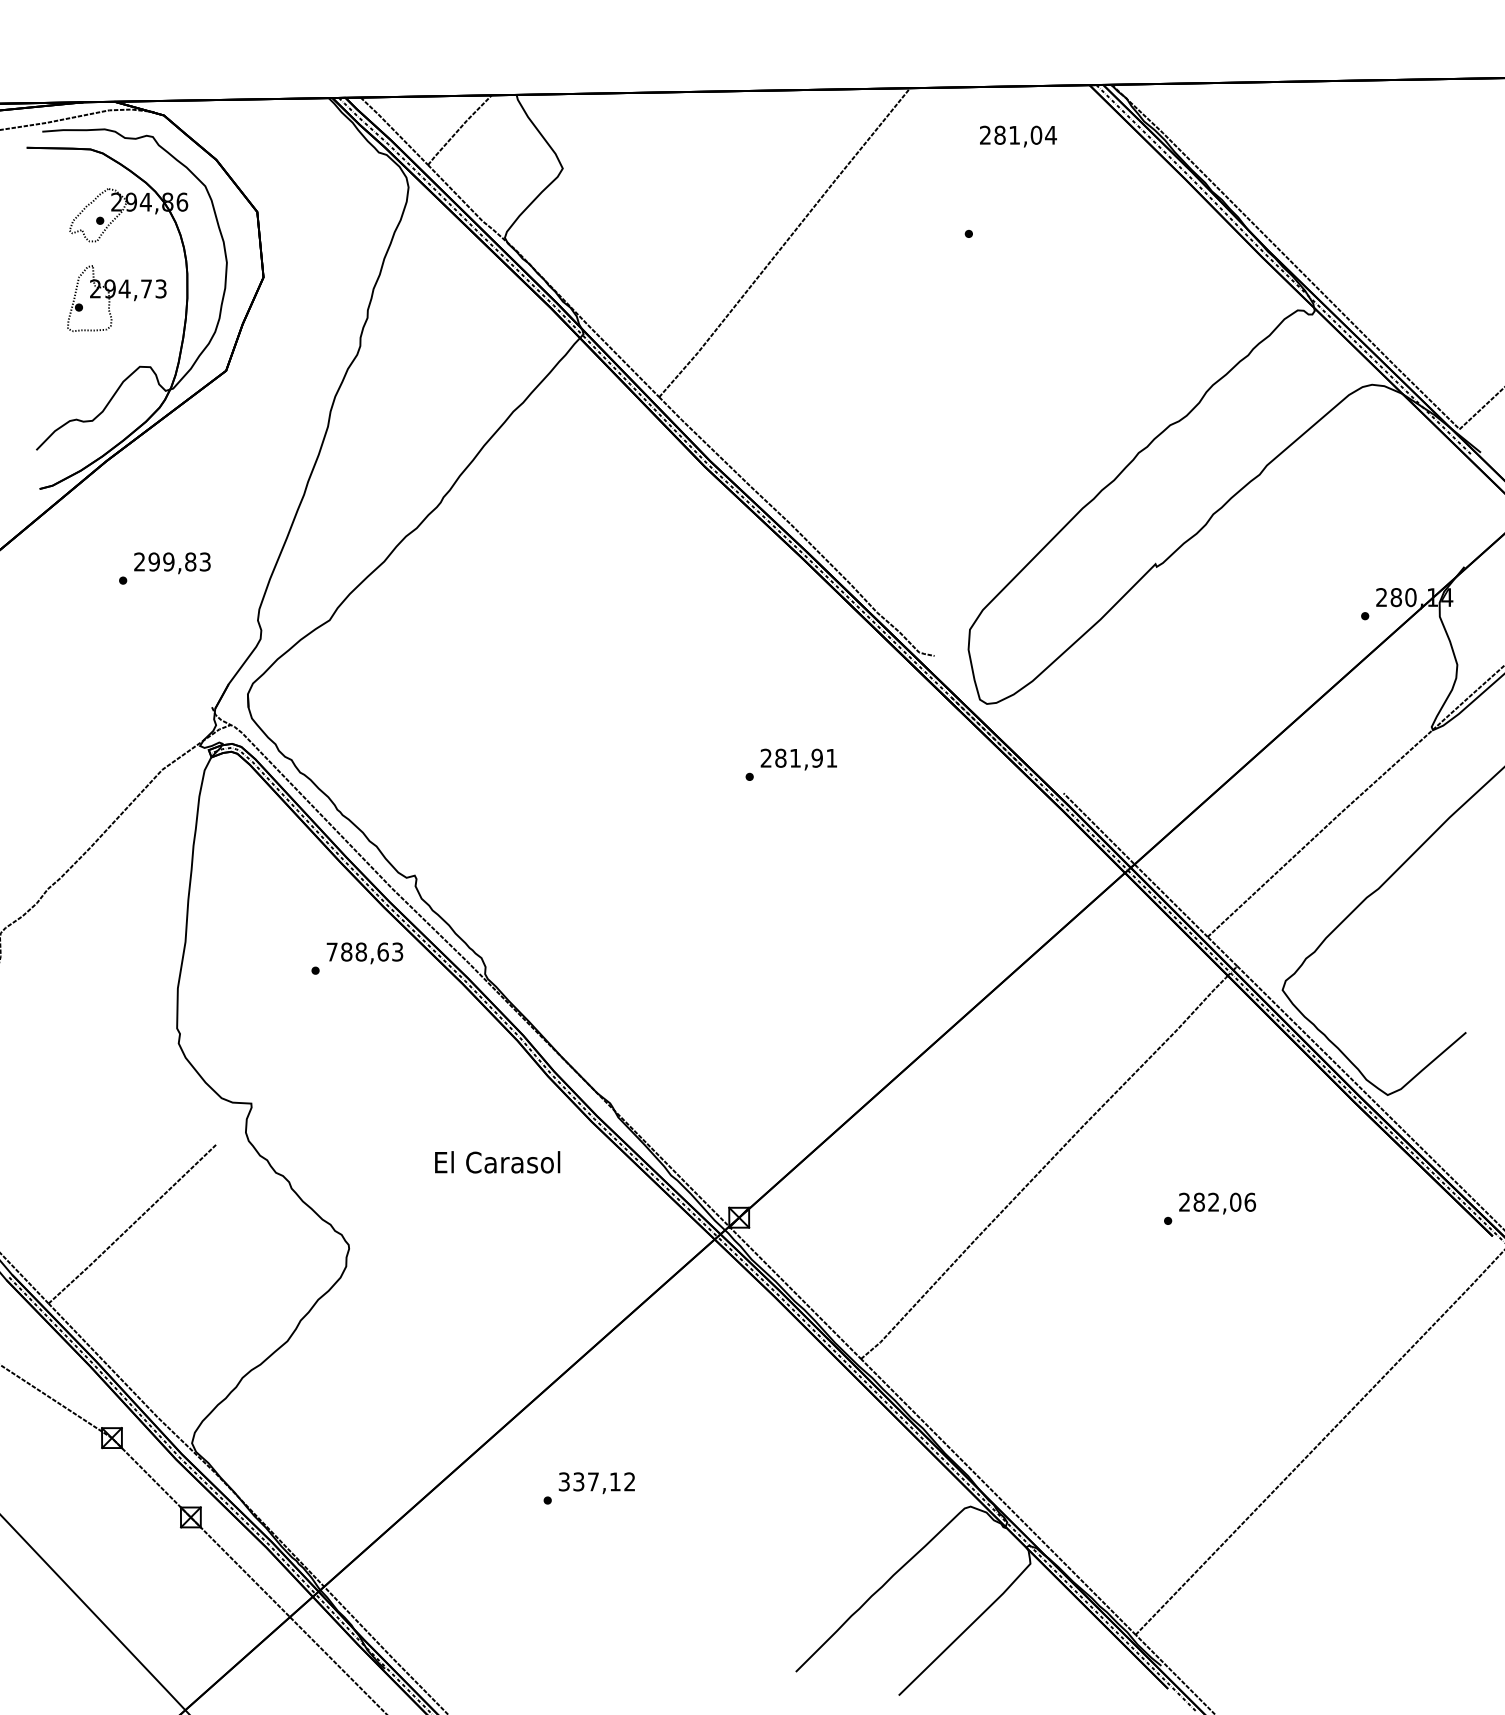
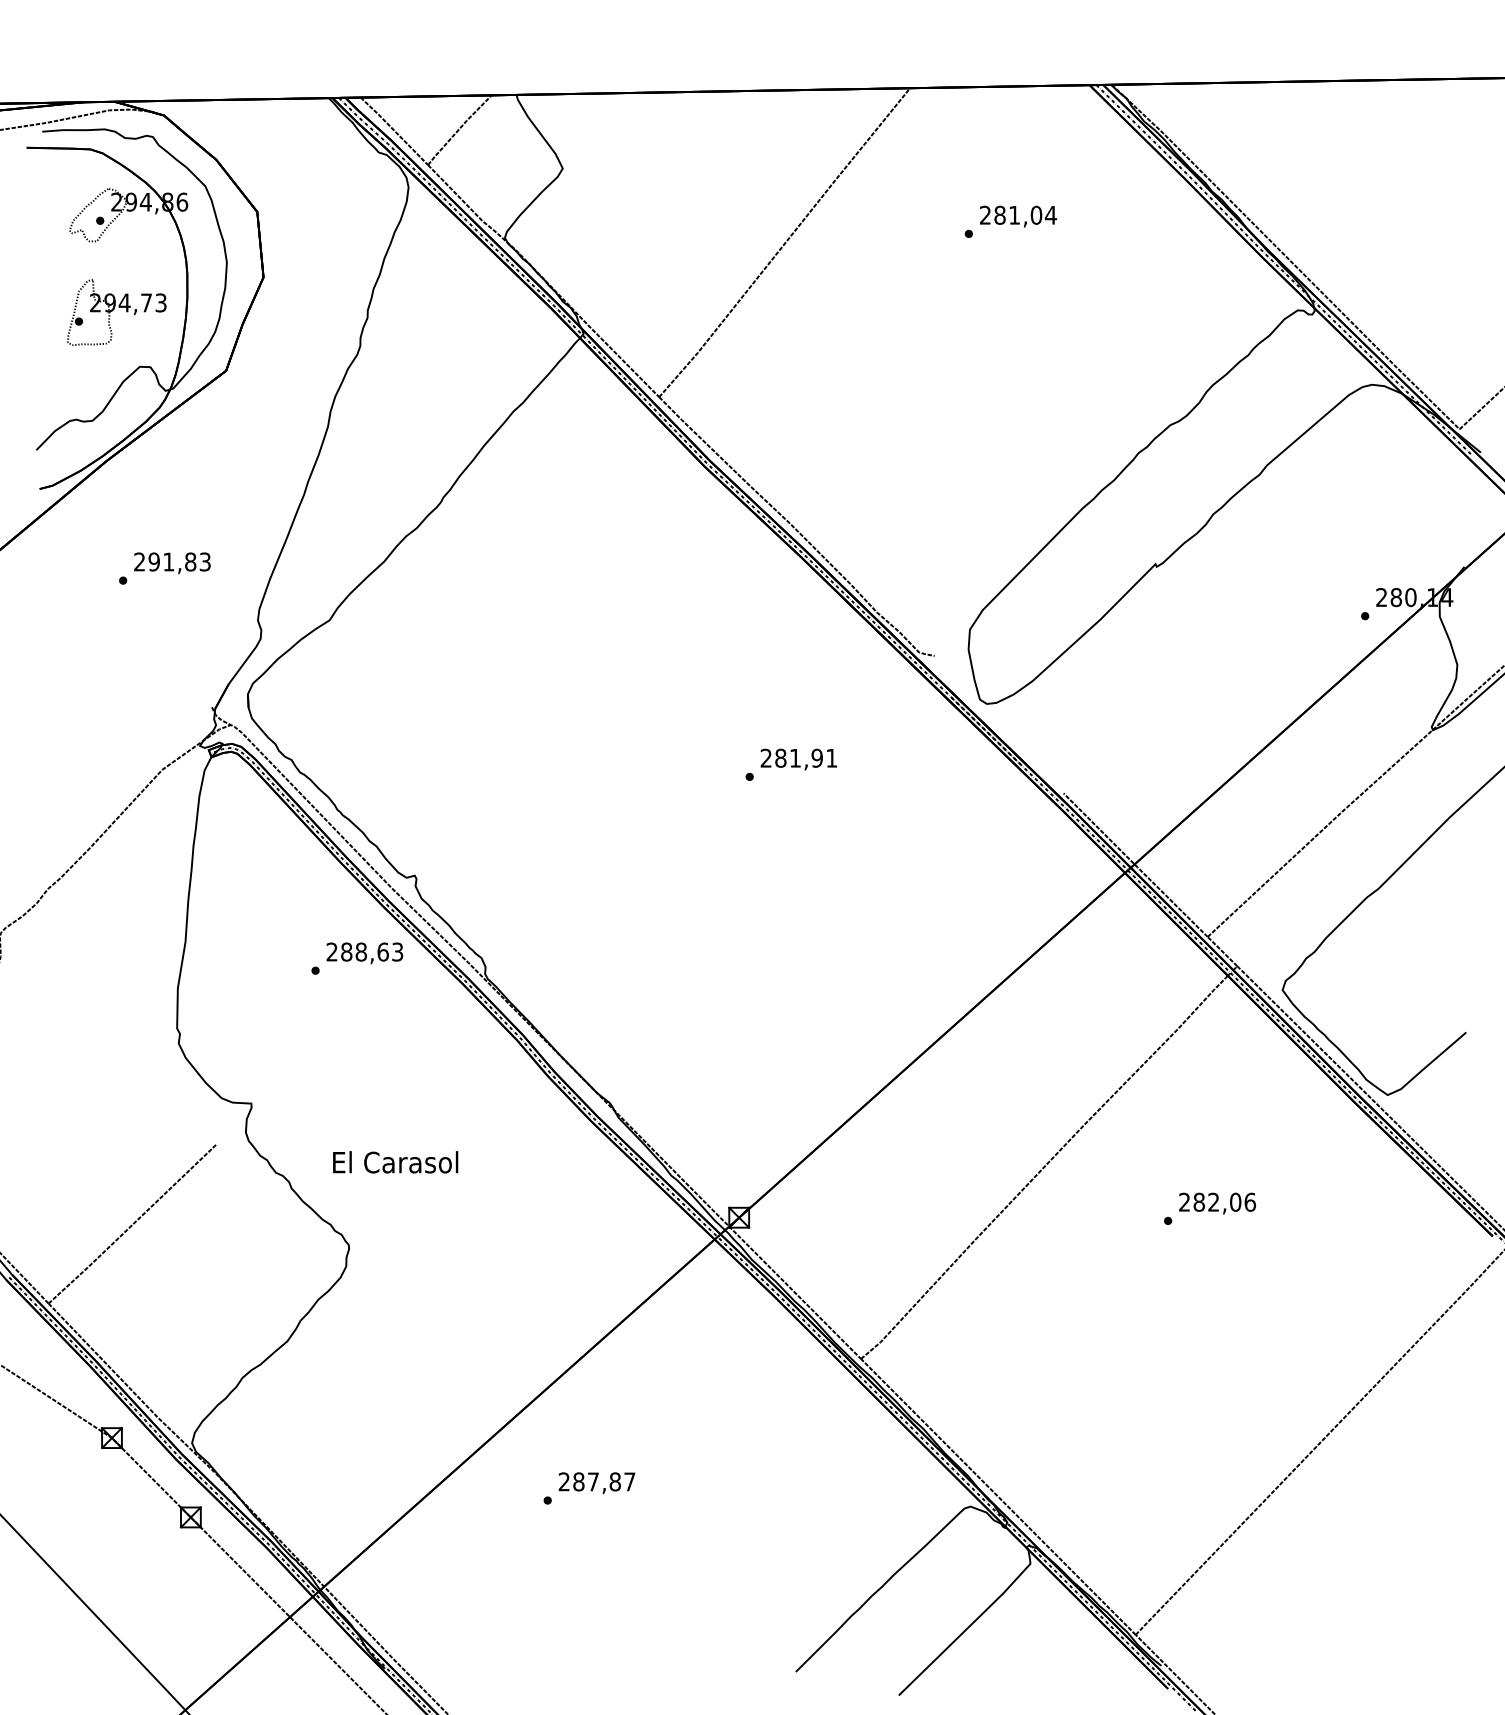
text at (1018, 136) position: (1018, 136) -> (1018, 216)
part at (116, 298) position: (116, 298) -> (116, 312)
text at (168, 561): 299,83 -> 291,83
text at (331, 951): 788,63 -> 288,63
text at (497, 1162) position: (497, 1162) -> (395, 1162)
text at (596, 1481): 337,12 -> 287,87
